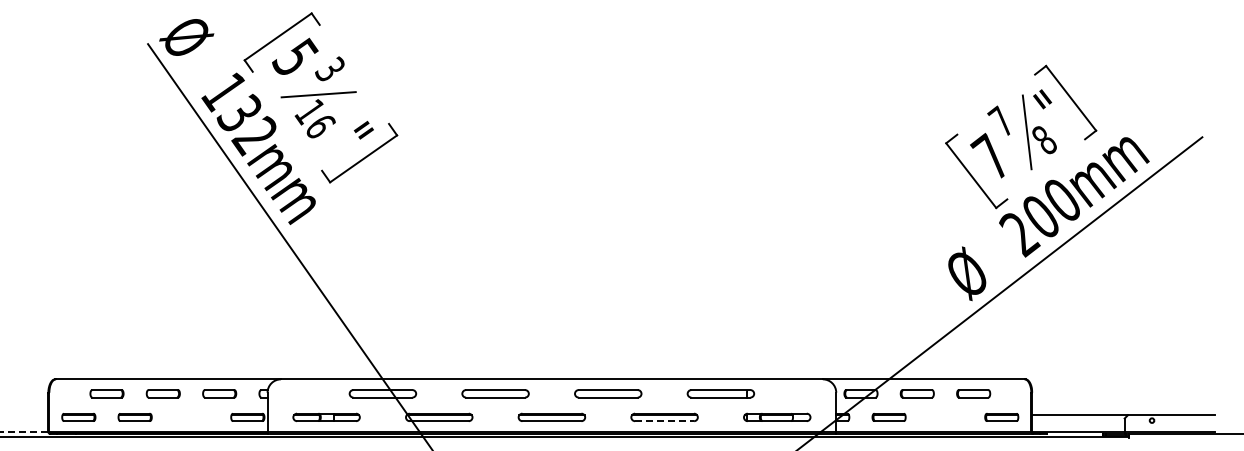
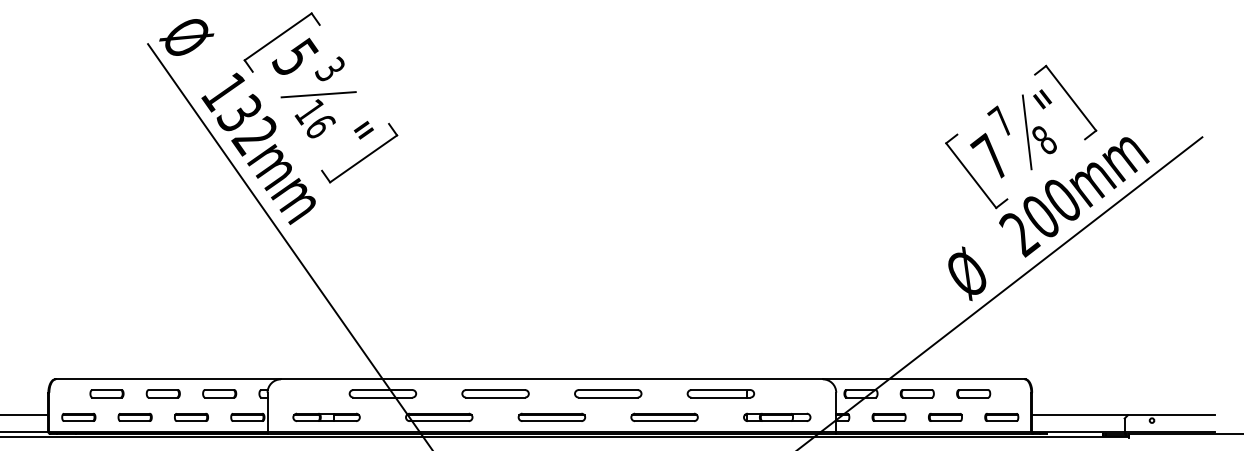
line at (25, 415): none -> present
part at (191, 417): none -> present
part at (945, 417): none -> present
line at (664, 421): dashed -> solid
line at (23, 432): dashed -> solid
